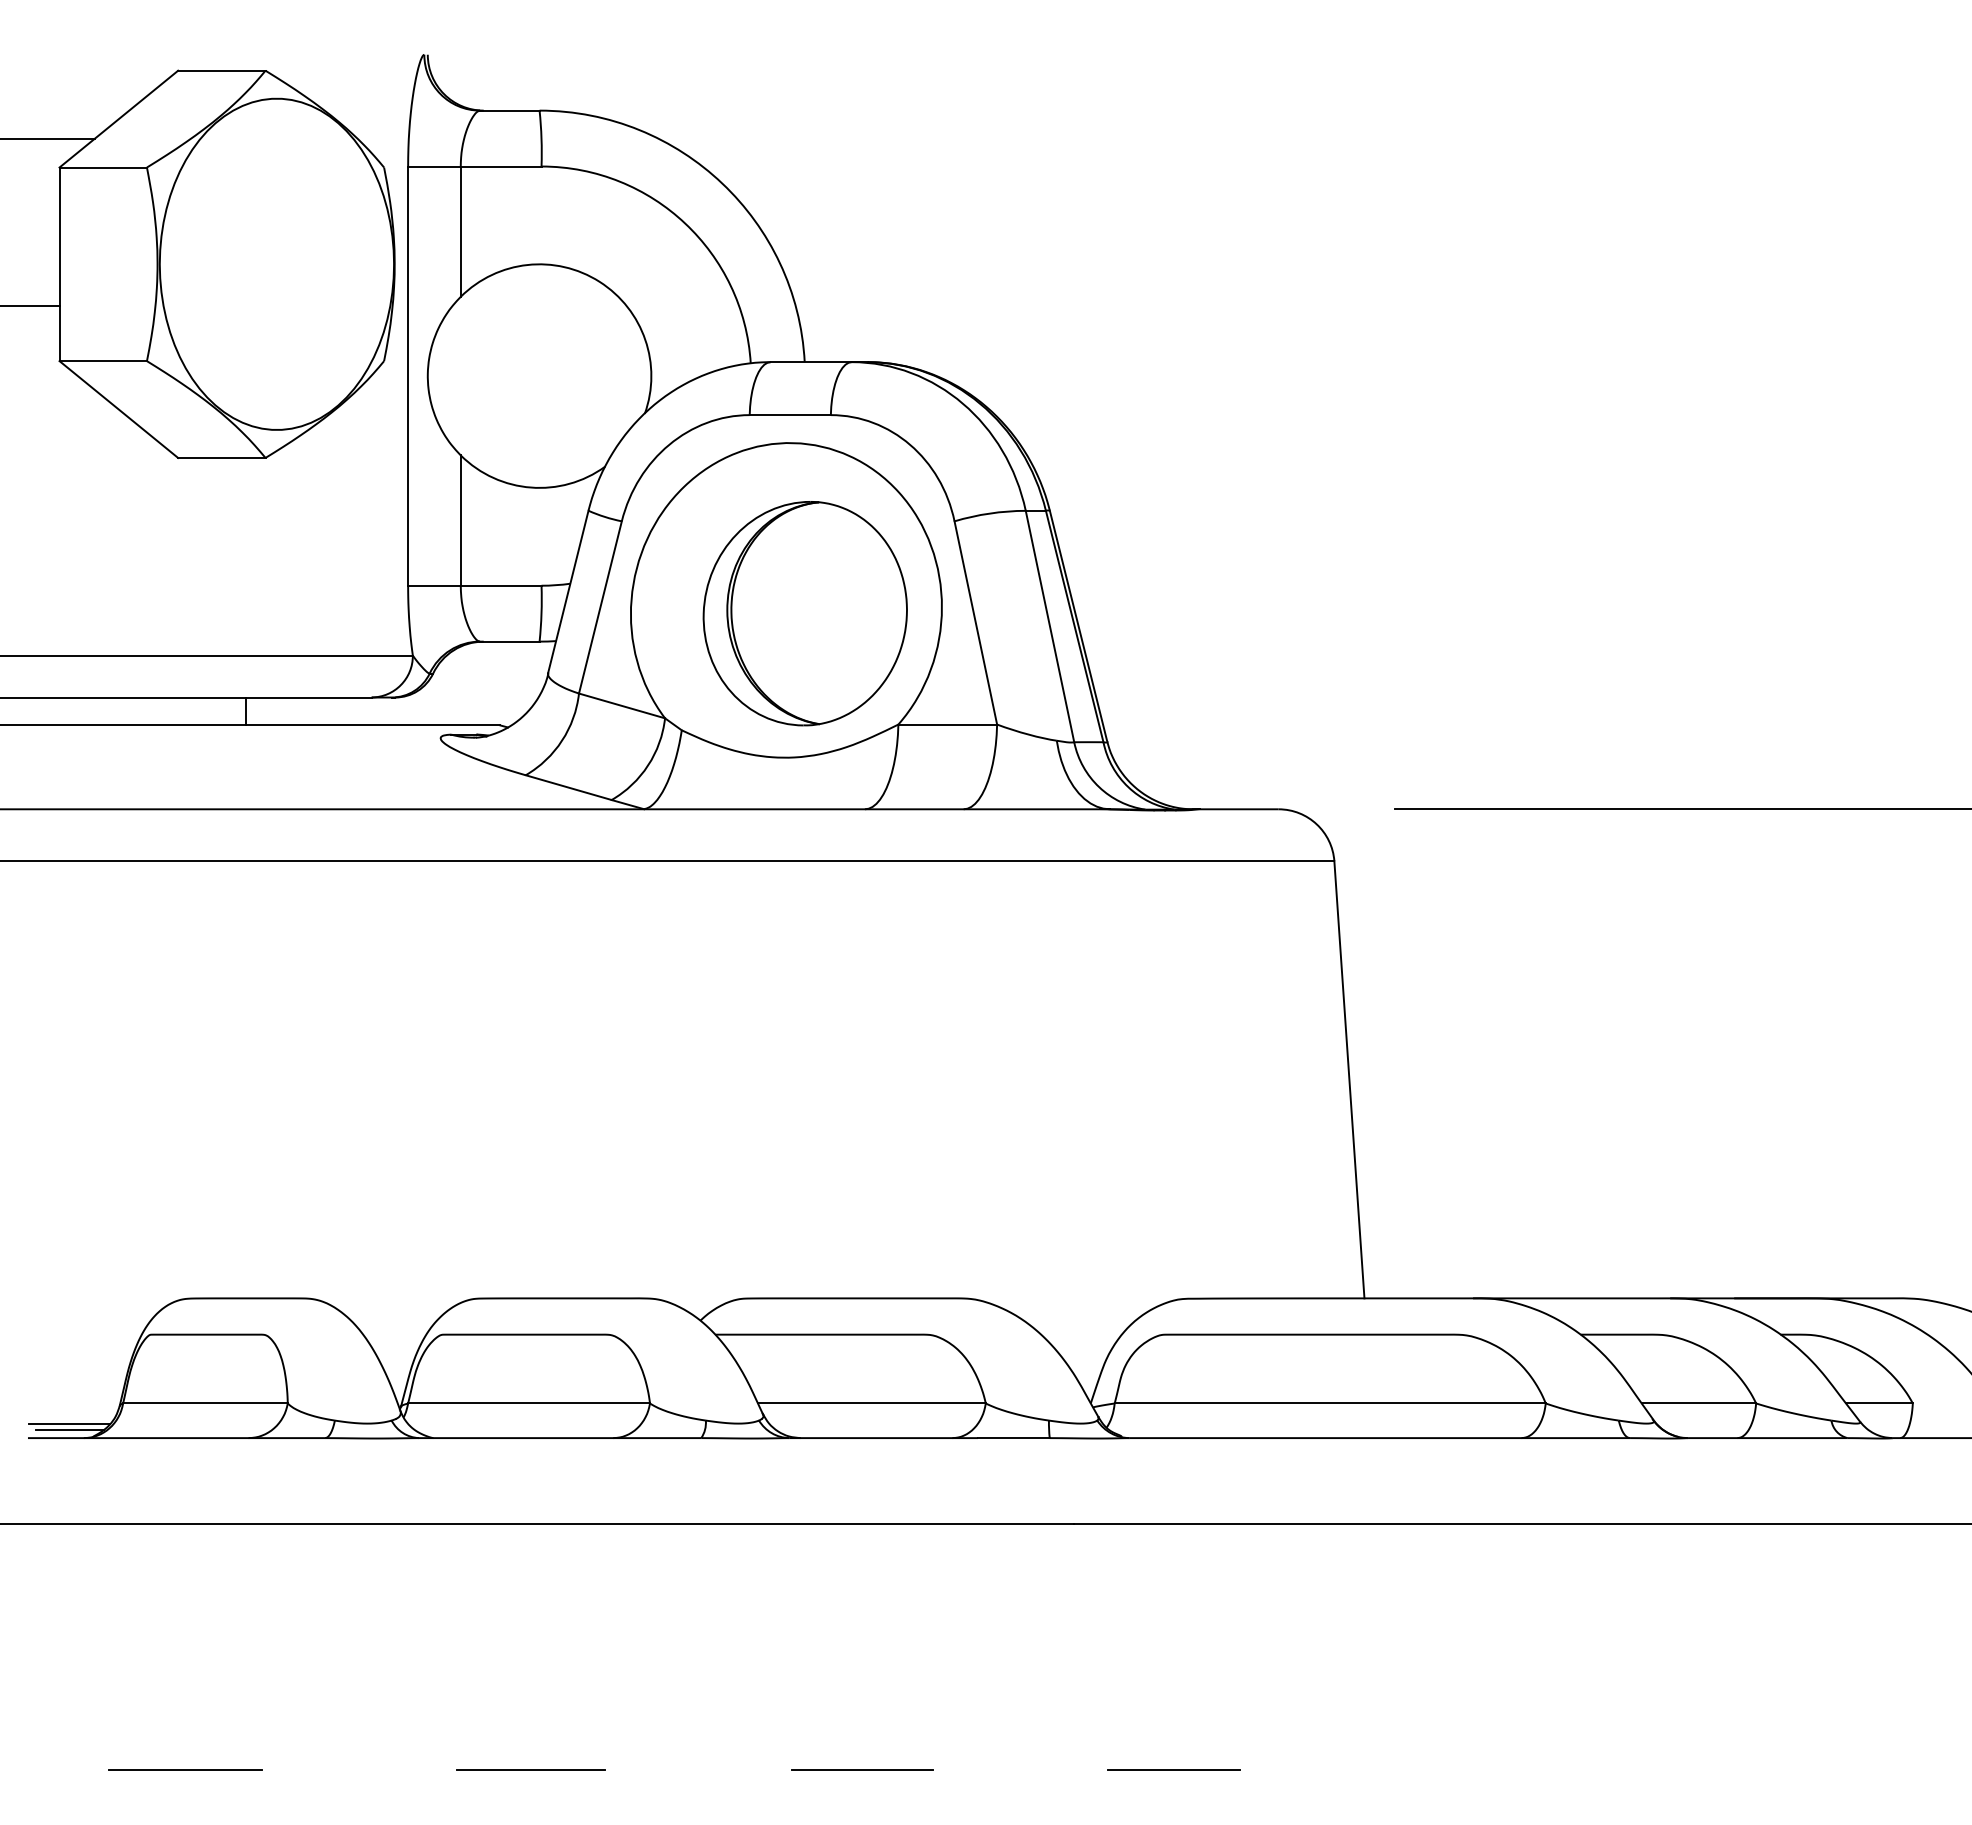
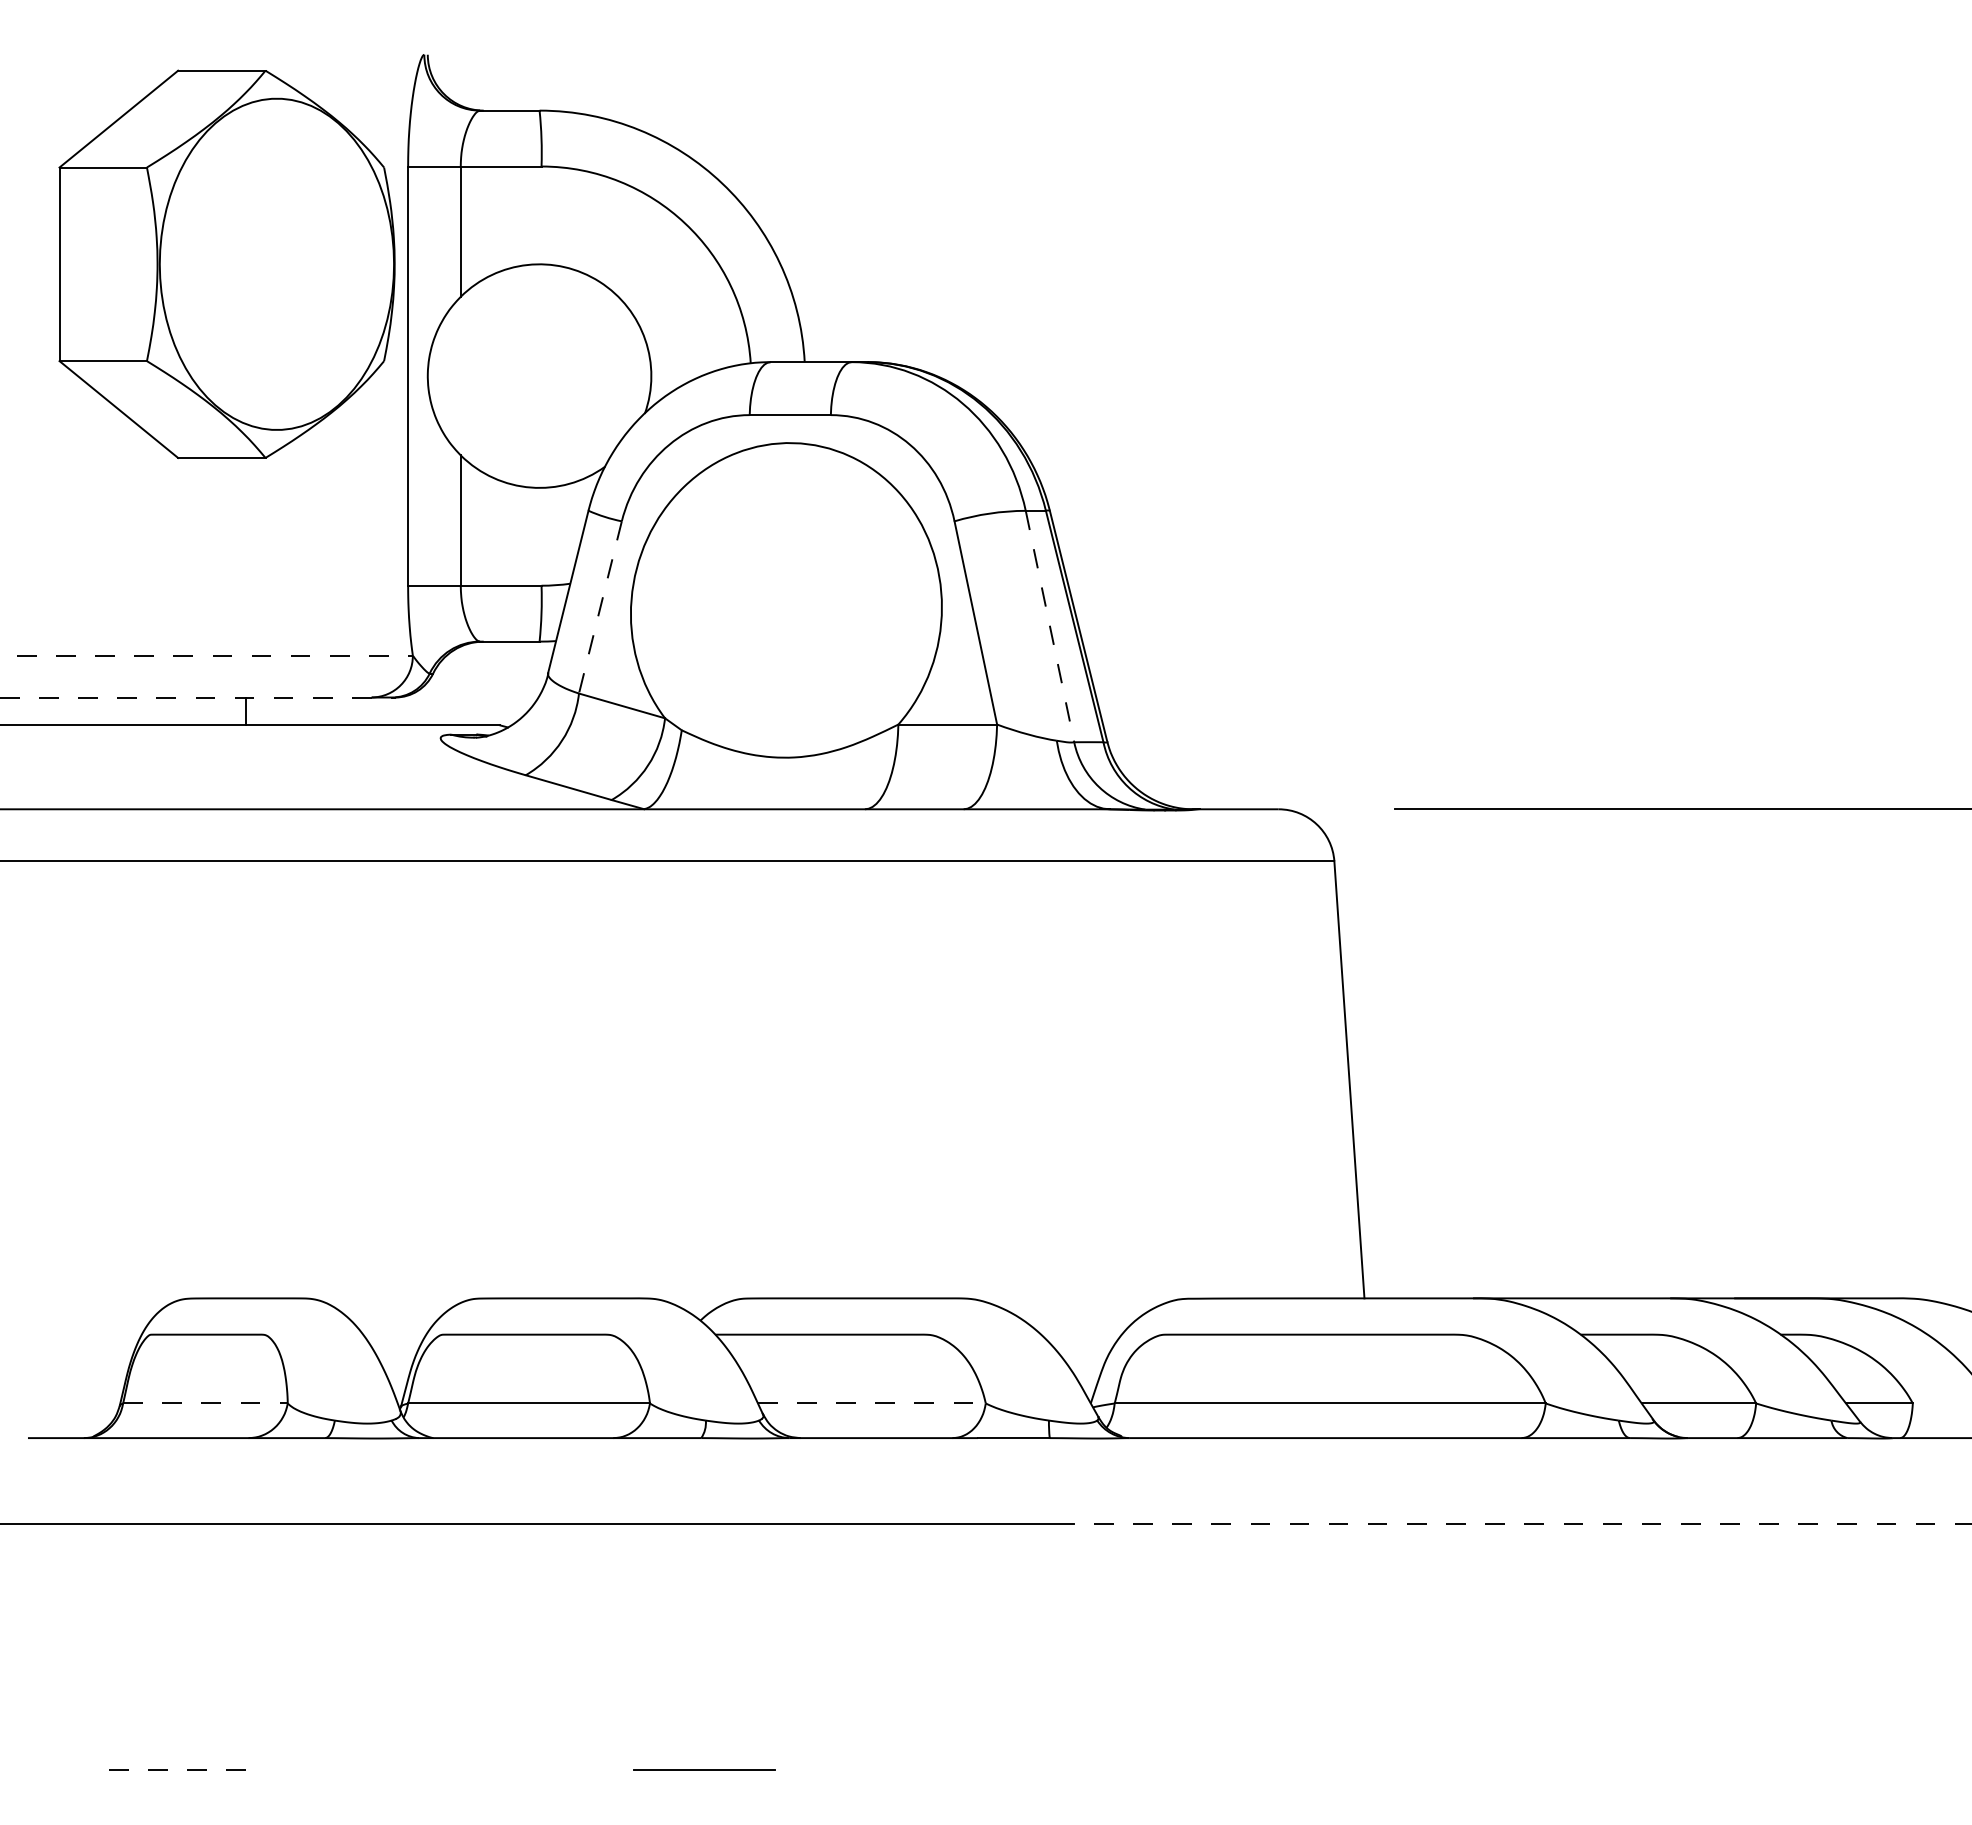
line at (48, 138): present -> none
line at (30, 306): present -> none
line at (600, 607): solid -> dashed
part at (804, 613): present -> none
line at (1050, 627): solid -> dashed
line at (207, 655): solid -> dashed
line at (185, 697): solid -> dashed
line at (205, 1403): solid -> dashed
line at (871, 1403): solid -> dashed
line at (69, 1424): present -> none
line at (69, 1430): present -> none
line at (1522, 1523): solid -> dashed
line at (862, 1769) position: (862, 1769) -> (704, 1769)
line at (1173, 1769): present -> none
line at (185, 1770): solid -> dashed
line at (530, 1770): present -> none
